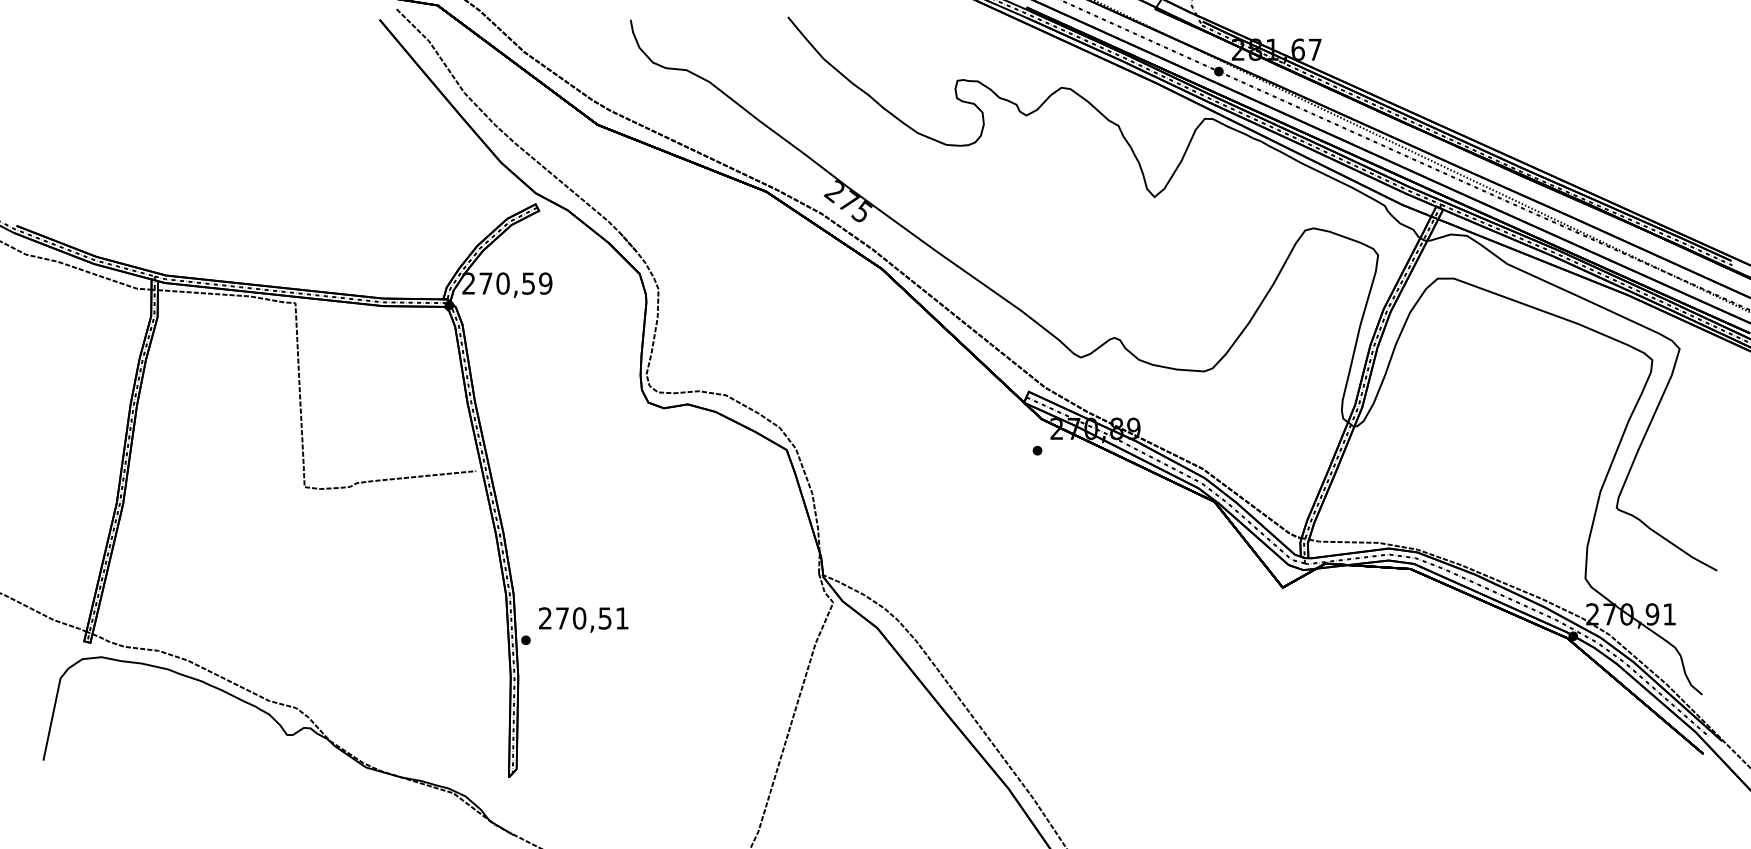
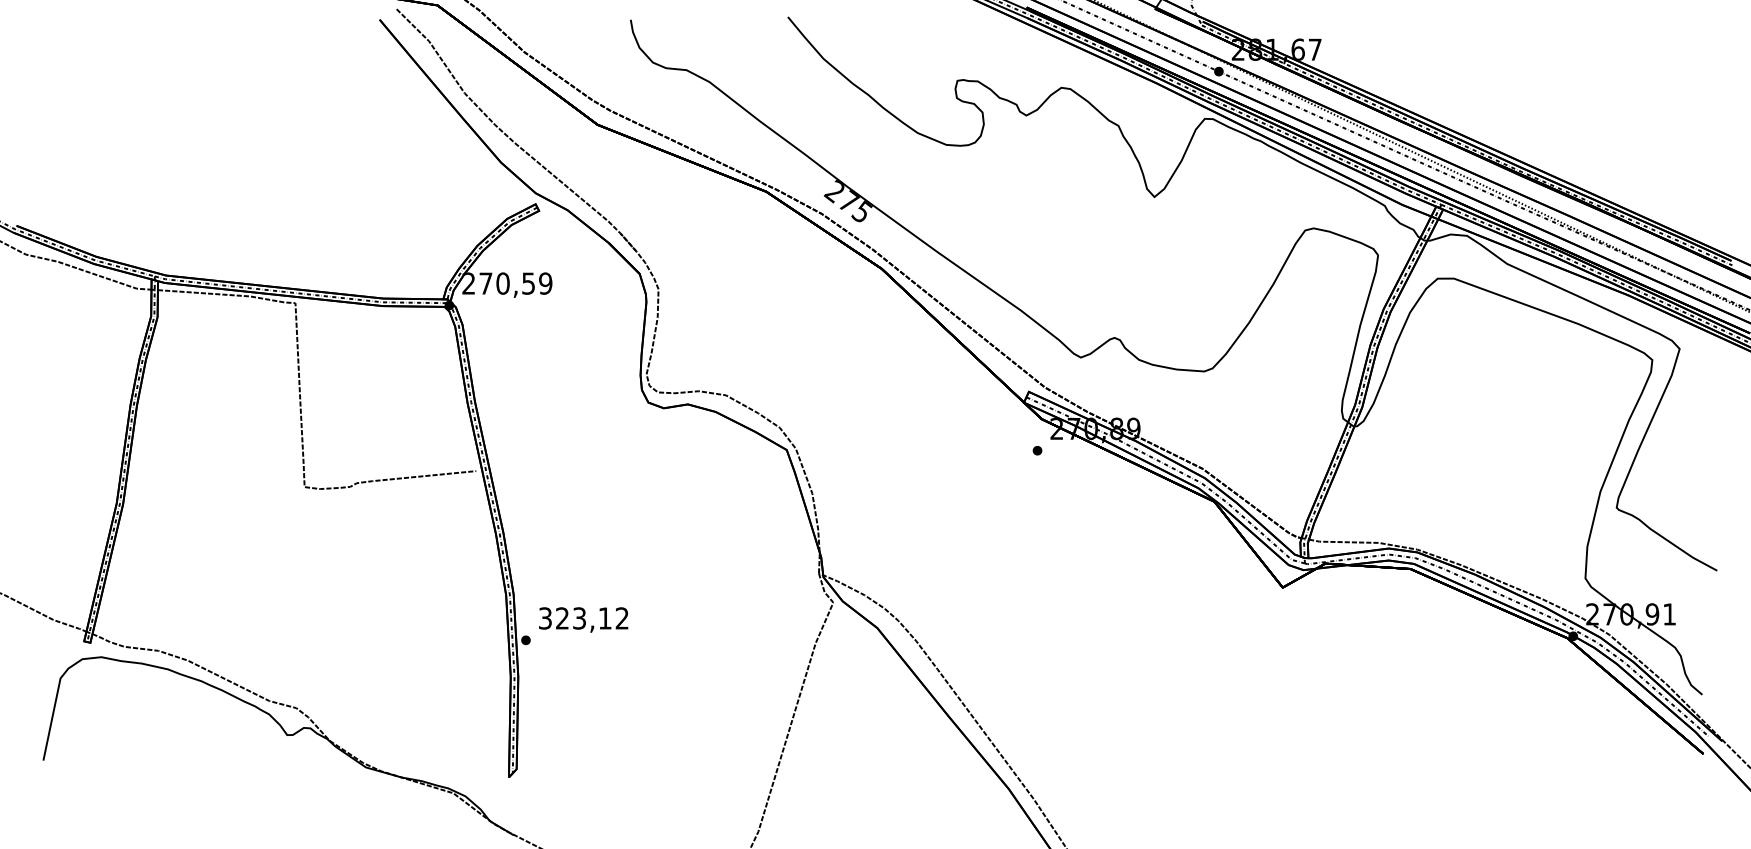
text at (583, 618): 270,51 -> 323,12
